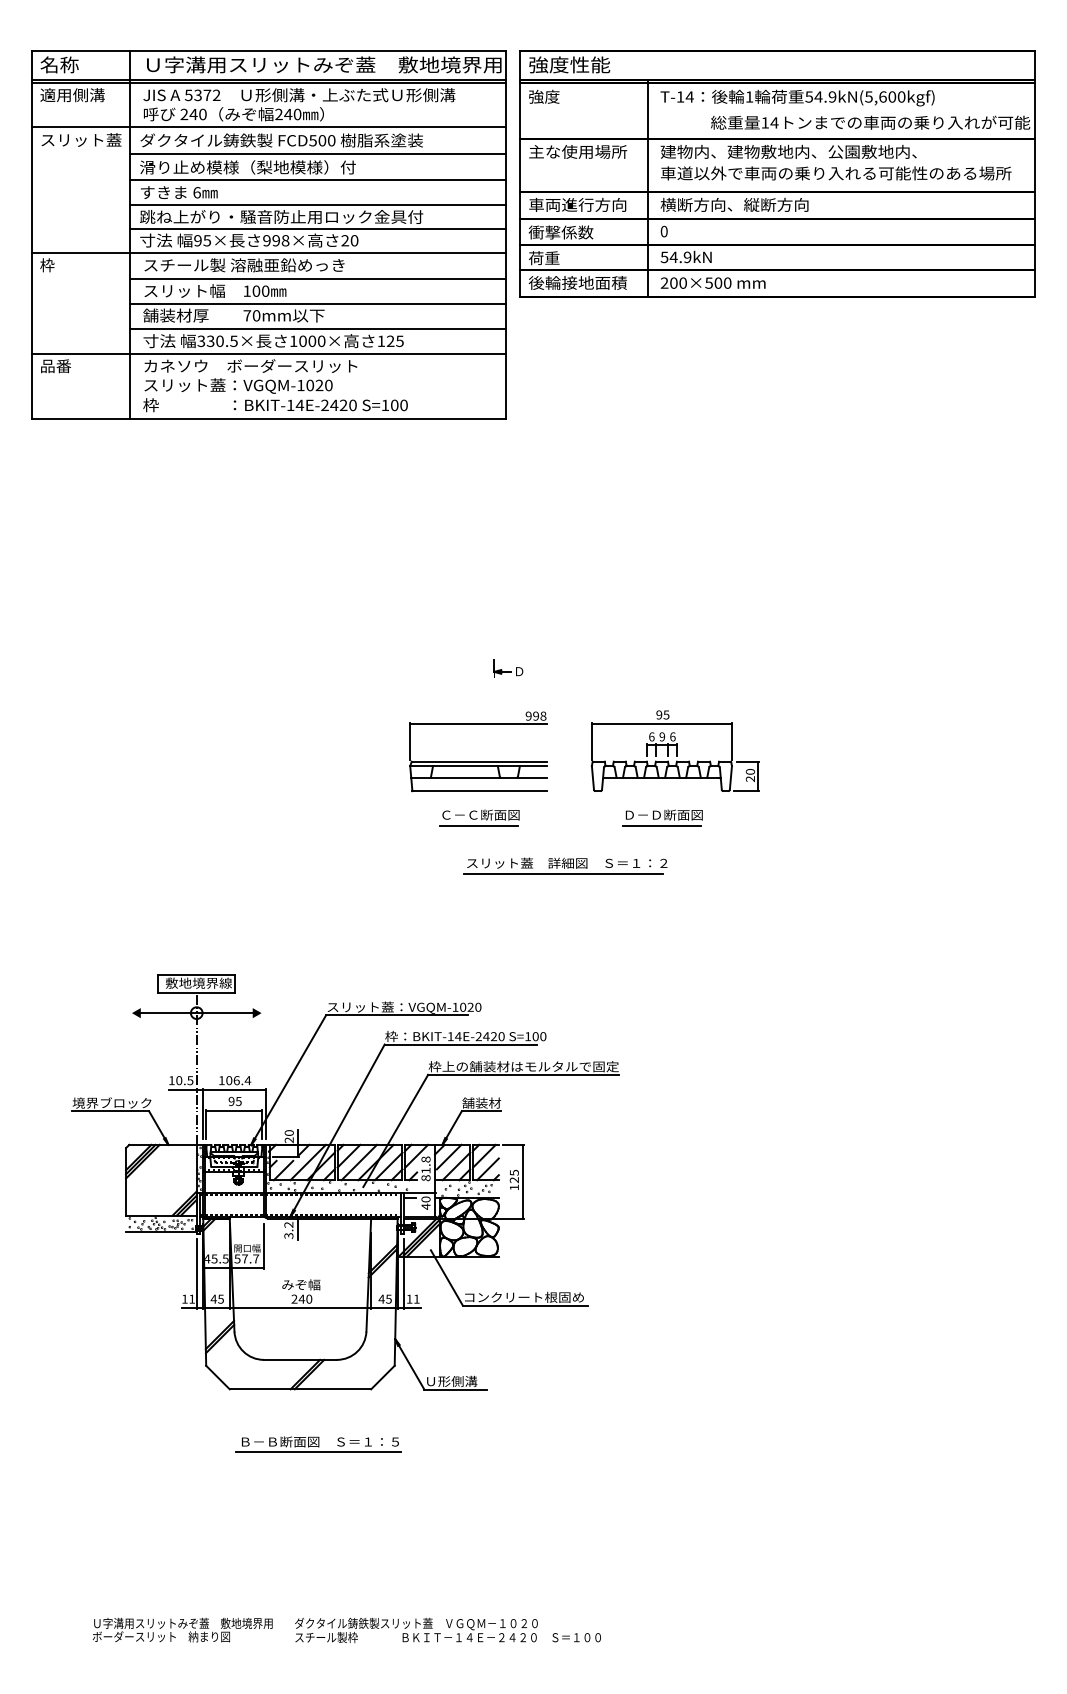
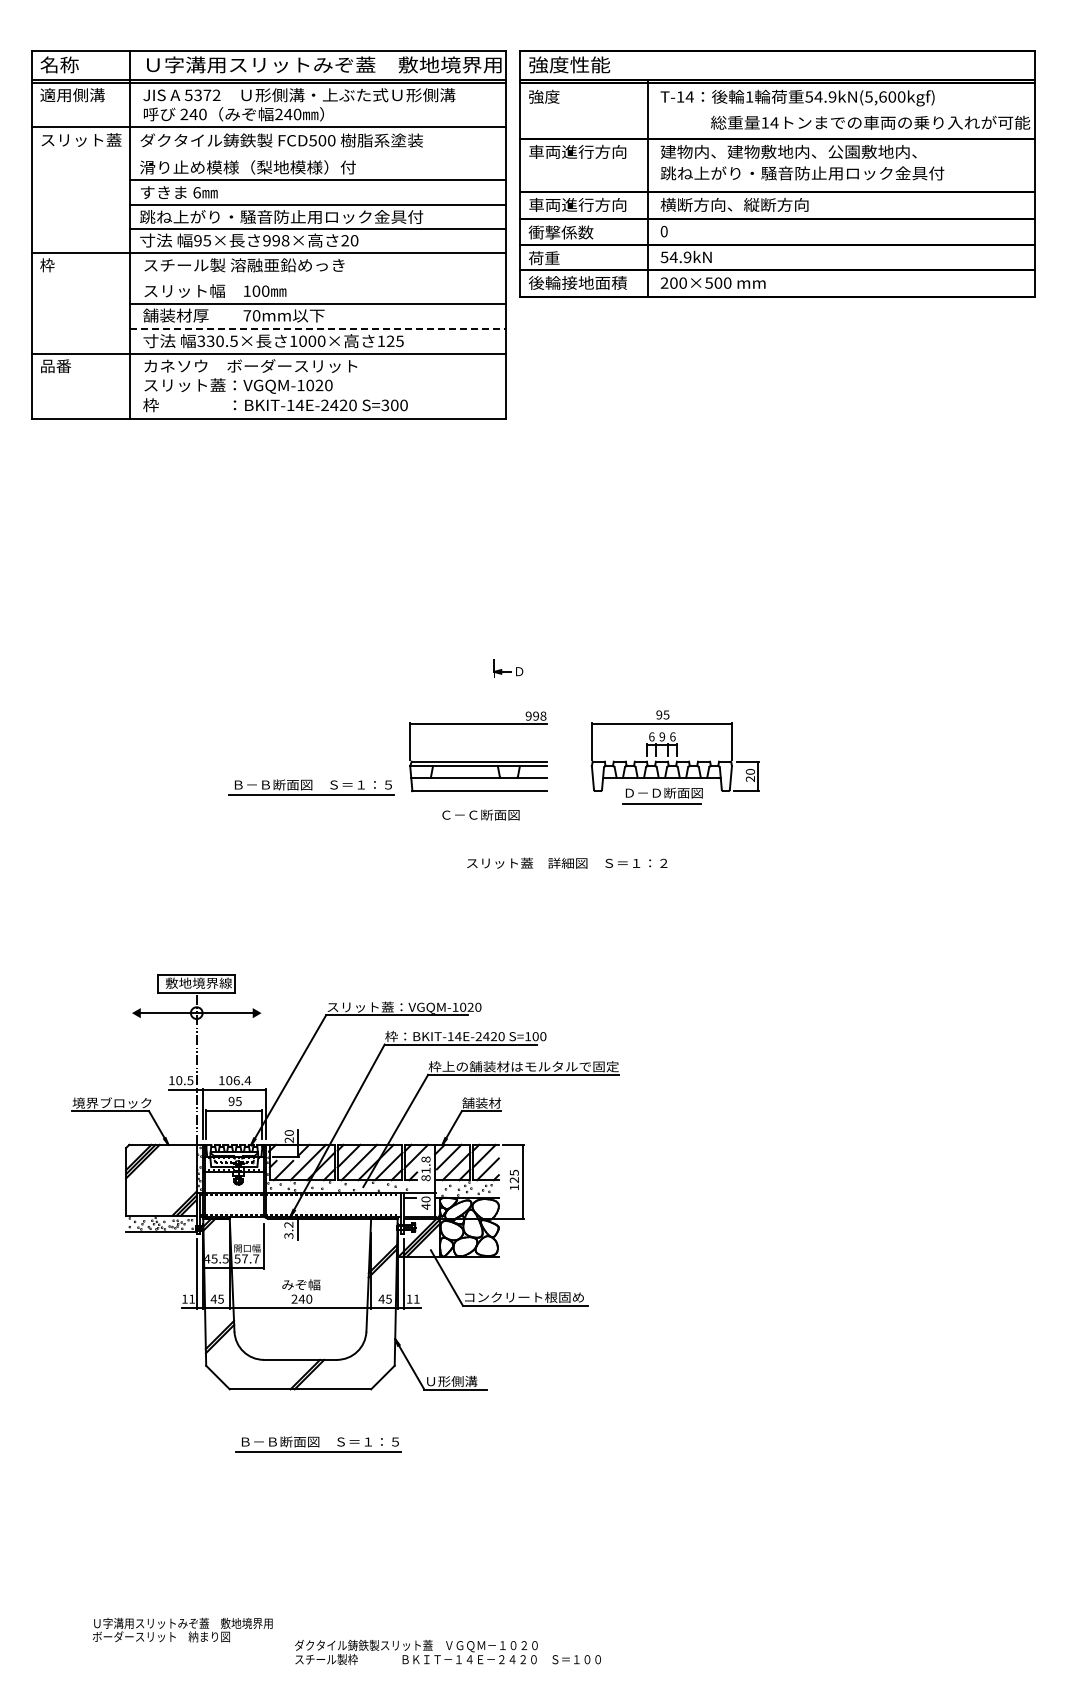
text at (578, 151): 主な使用場所 -> 車両進行方向
line at (317, 153): present -> none
text at (835, 173): 車道以外で車両の乗り入れる可能性のある場所 -> 跳ね上がり・騒音防止用ロック金具付
line at (317, 279): present -> none
line at (318, 329): solid -> dashed
text at (385, 405): S=100 -> S=300
part at (311, 787): none -> present
part at (662, 817) position: (662, 817) -> (662, 795)
line at (478, 825): present -> none
line at (563, 874): present -> none
text at (447, 1629) position: (447, 1629) -> (447, 1651)
